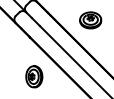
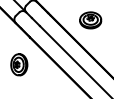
part at (34, 76) position: (34, 76) -> (19, 64)
